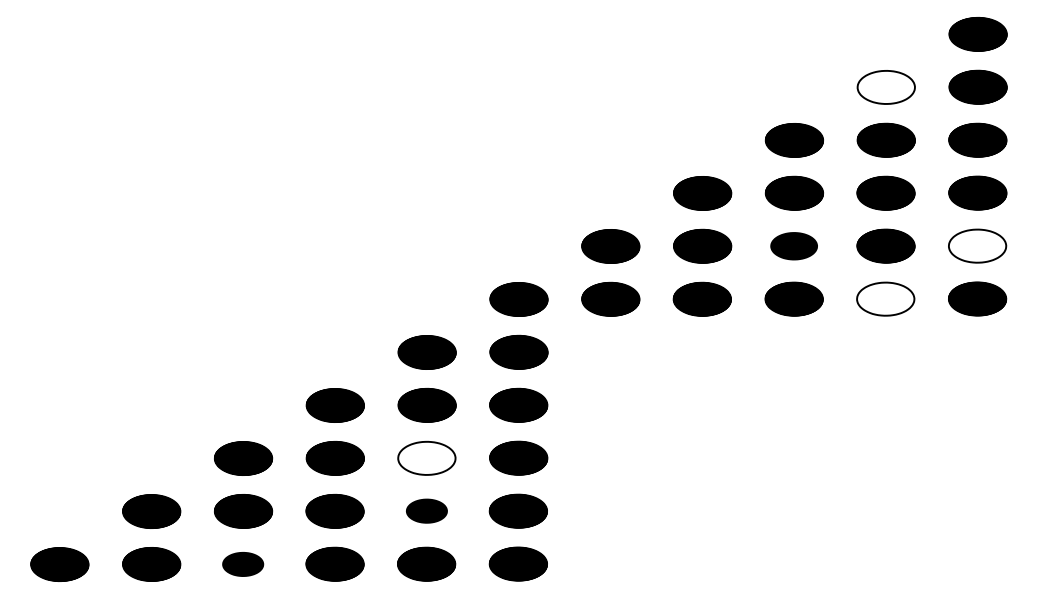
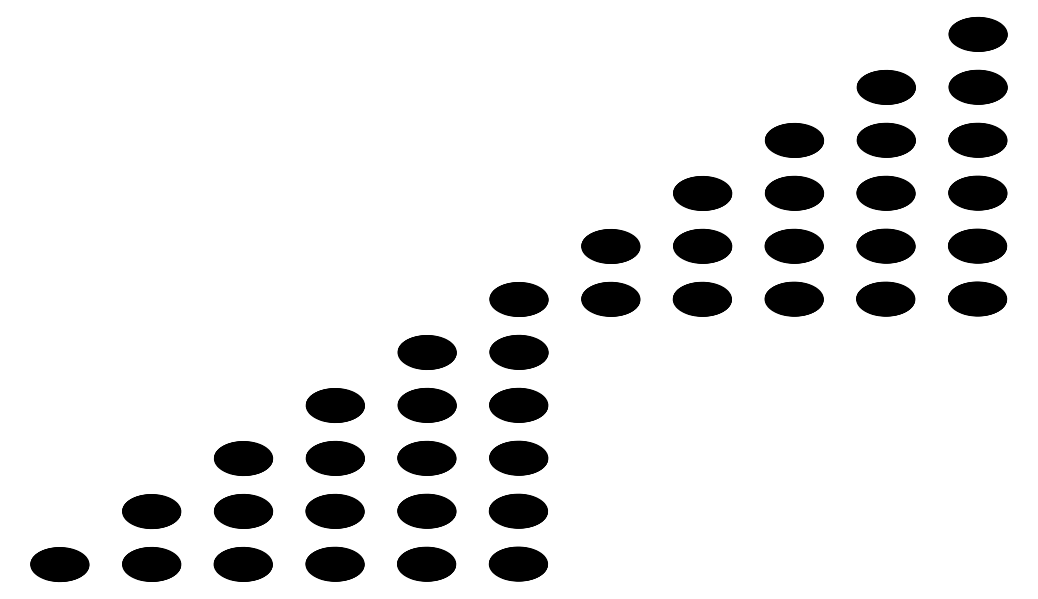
hatch at (885, 86): none -> present
hatch at (977, 245): none -> present
part at (793, 246) size: 48x29 px -> 60x36 px
hatch at (885, 298): none -> present
hatch at (426, 457): none -> present
part at (426, 510) size: 42x26 px -> 60x36 px
part at (243, 564) size: 43x25 px -> 60x35 px
